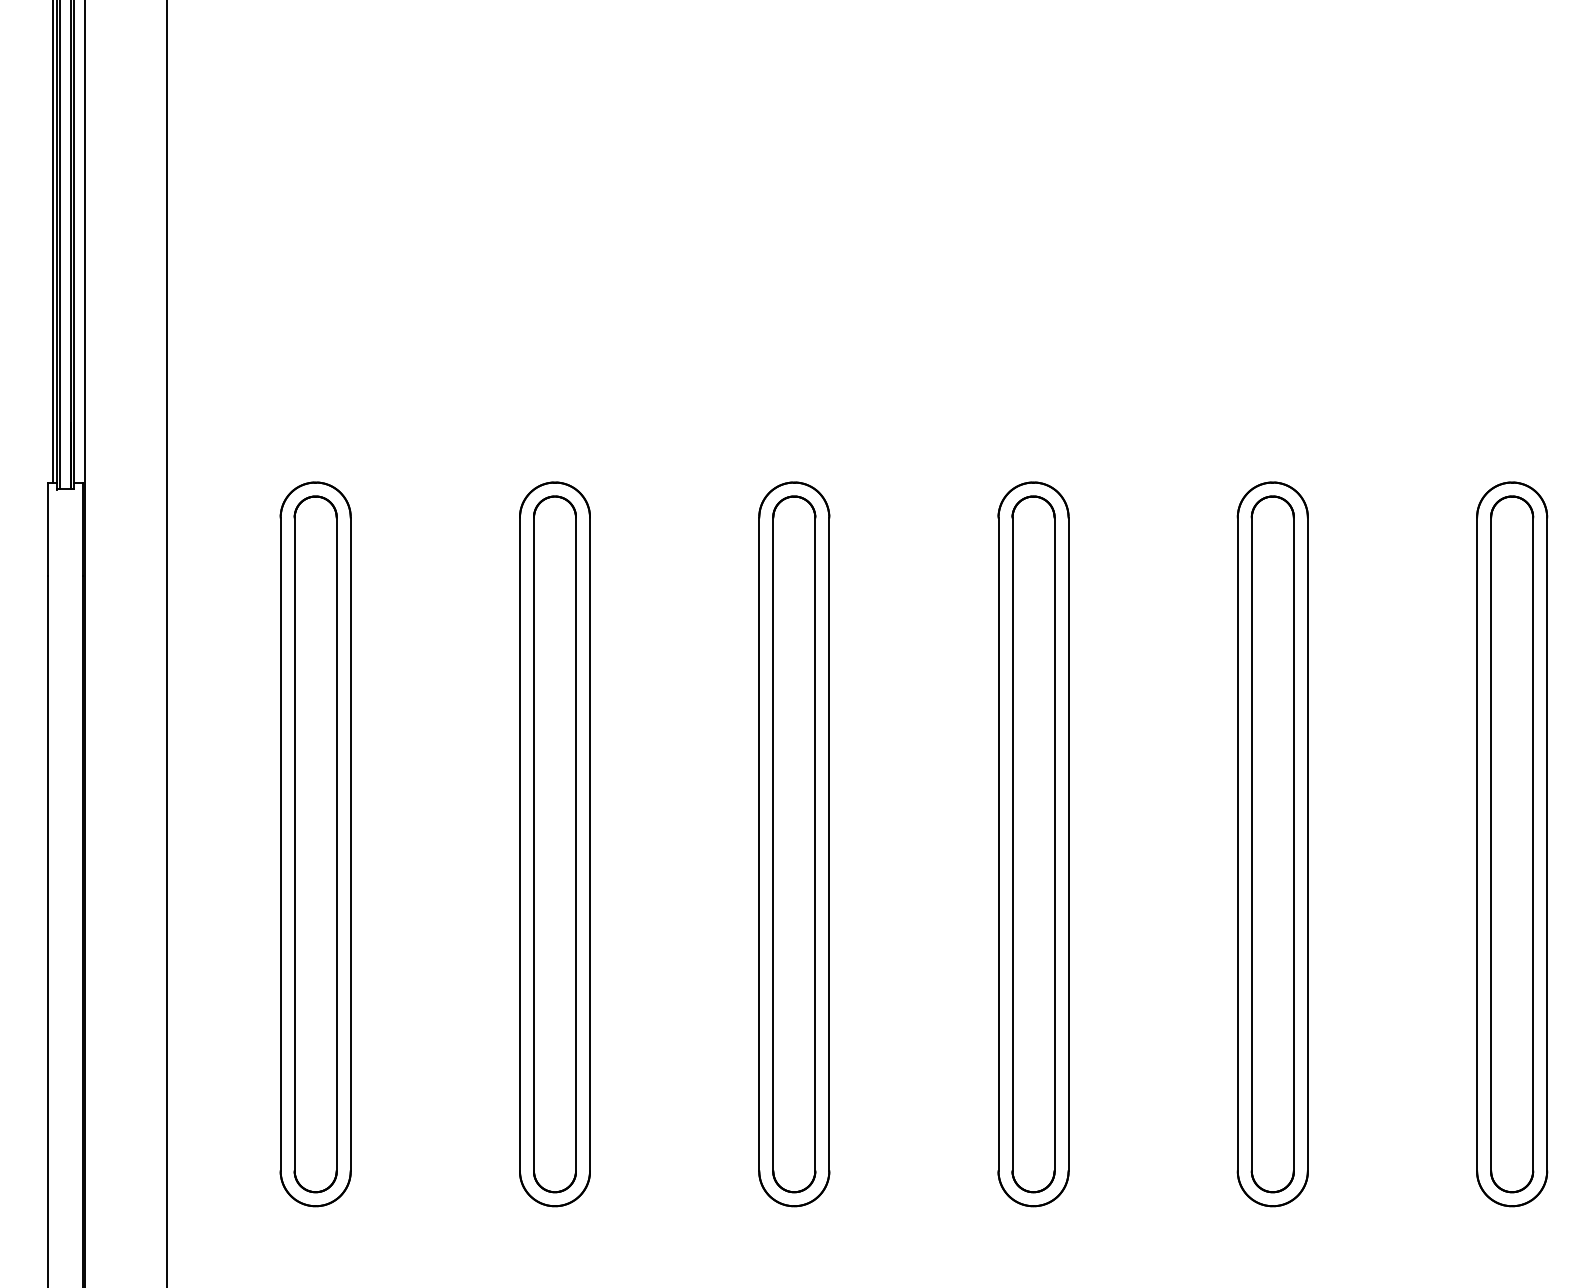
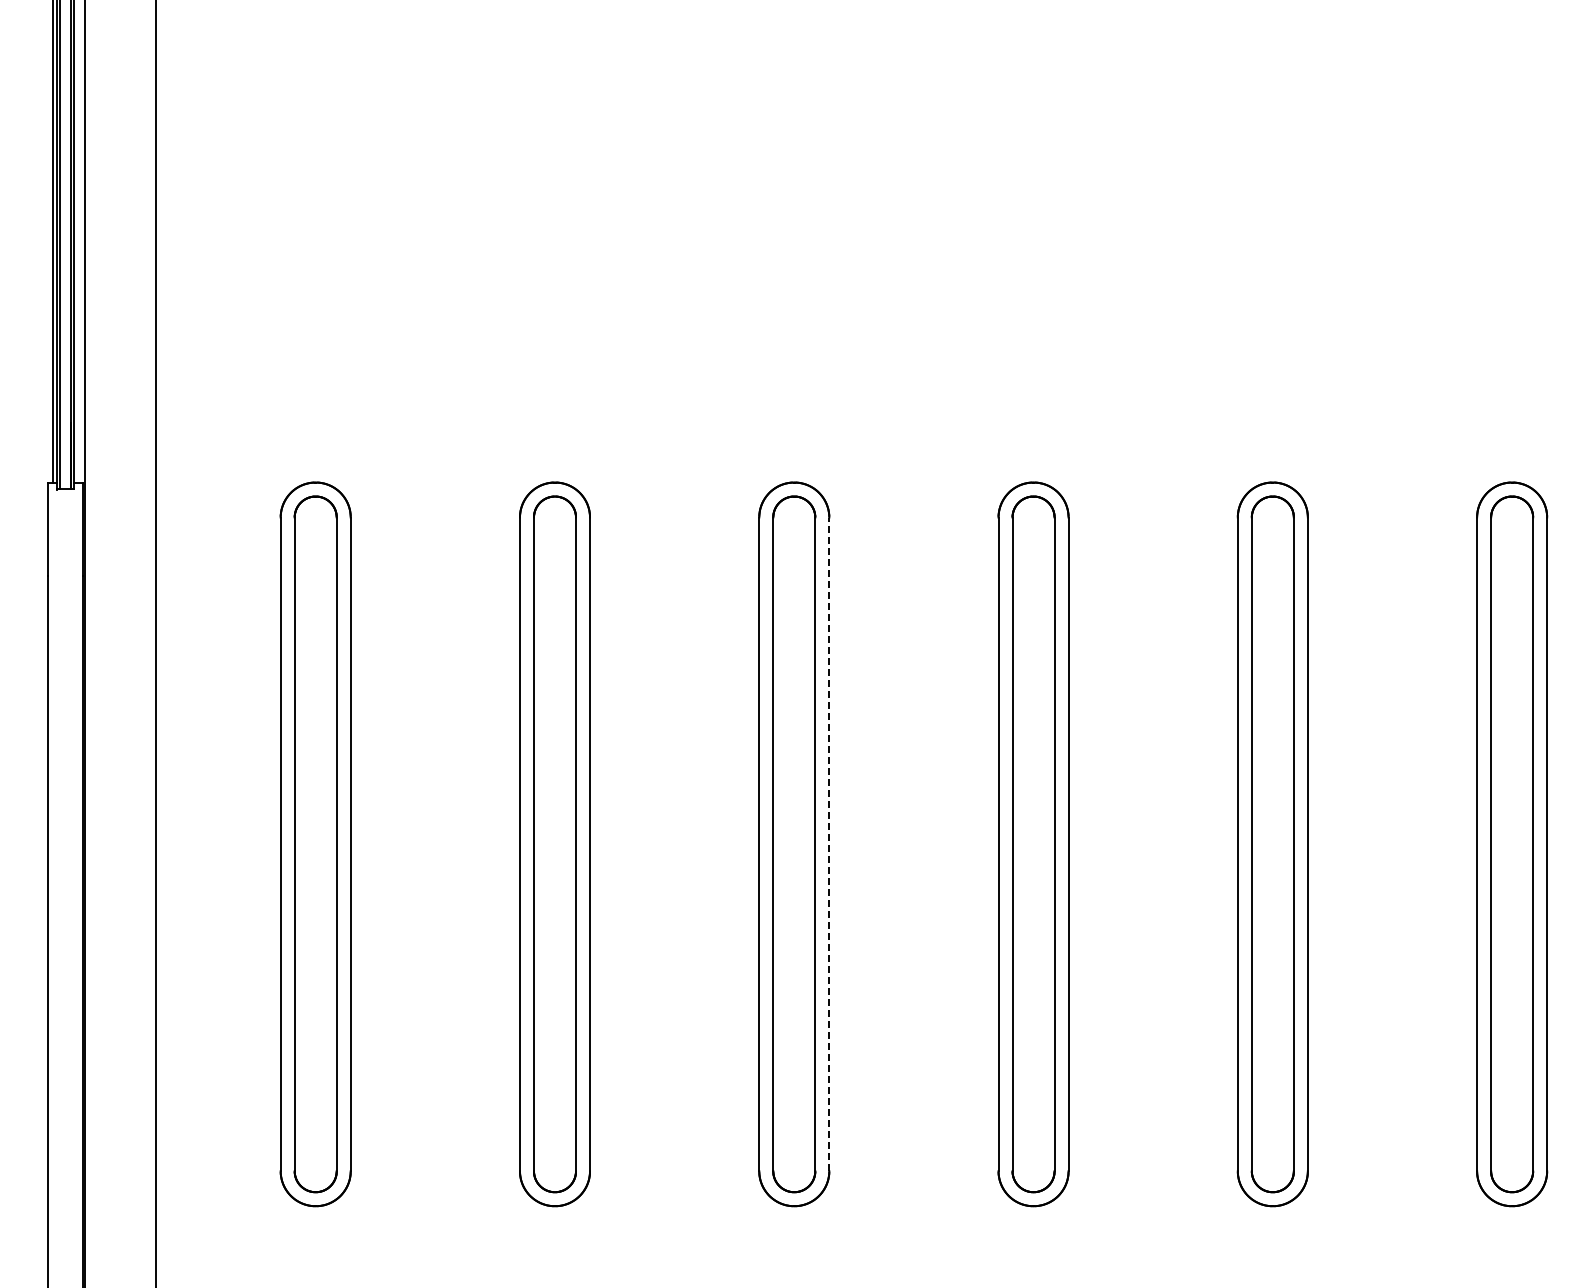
line at (166, 643) position: (166, 643) -> (155, 643)
line at (829, 844): solid -> dashed
